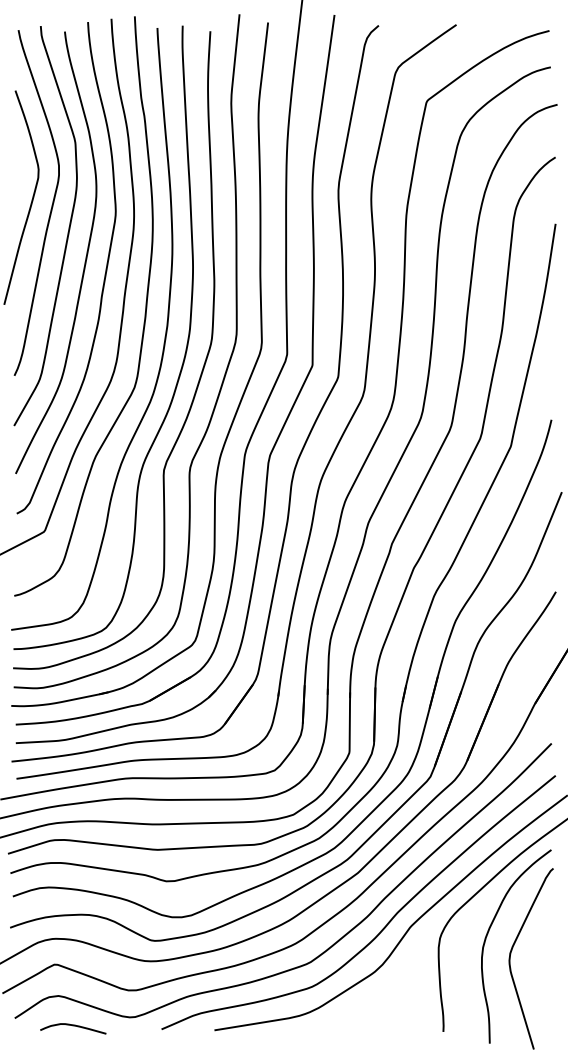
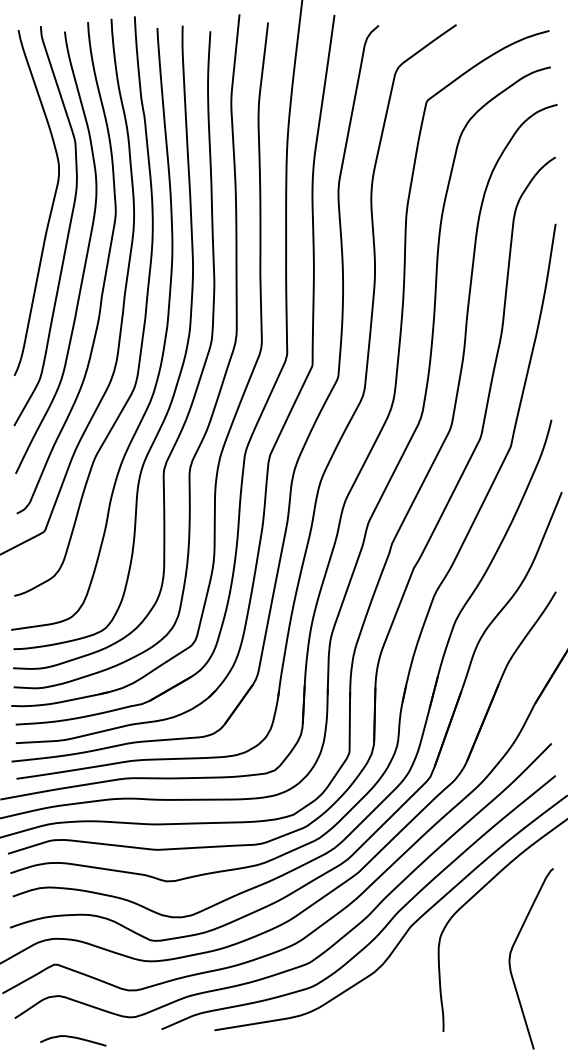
curve at (31, 199): present -> none
curve at (488, 934): present -> none
curve at (73, 1026) position: (73, 1026) -> (73, 1038)
